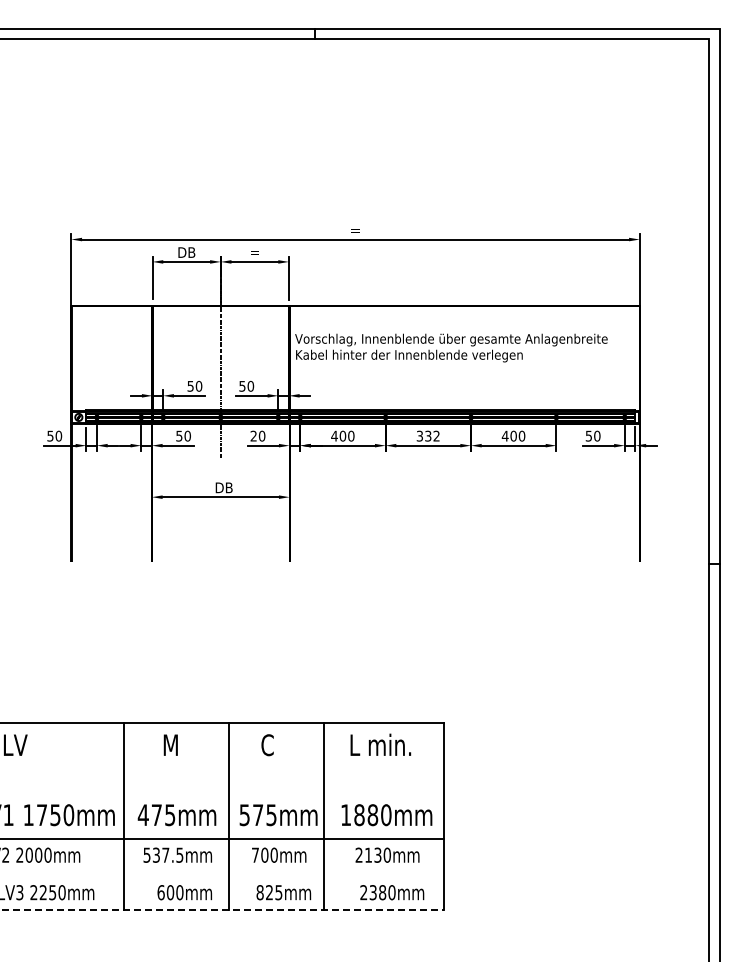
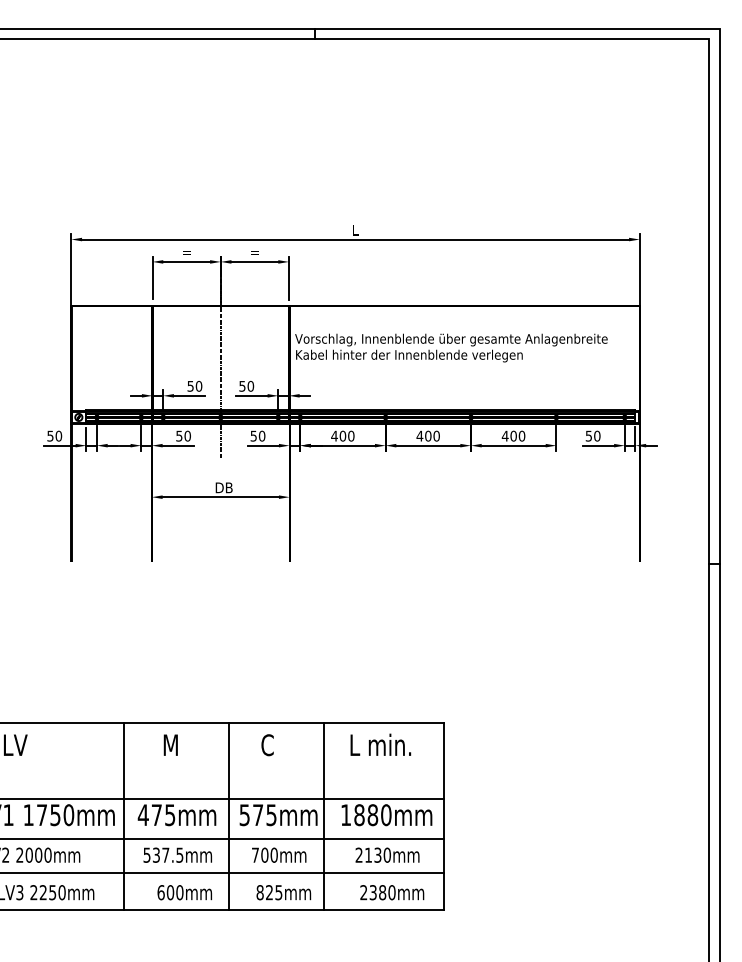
text at (355, 230): = -> L
text at (186, 252): DB -> =
text at (253, 435): 20 -> 50
text at (427, 435): 332 -> 400
line at (222, 799): none -> present
line at (222, 872): none -> present
line at (222, 910): dashed -> solid
